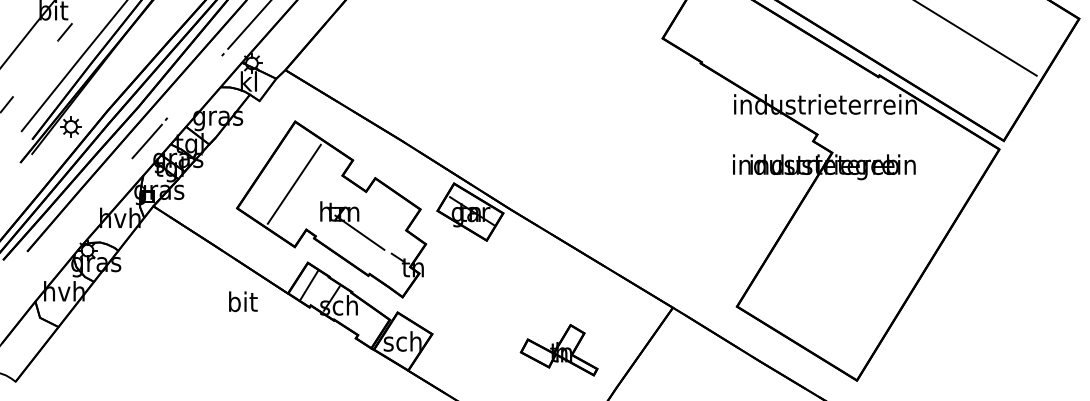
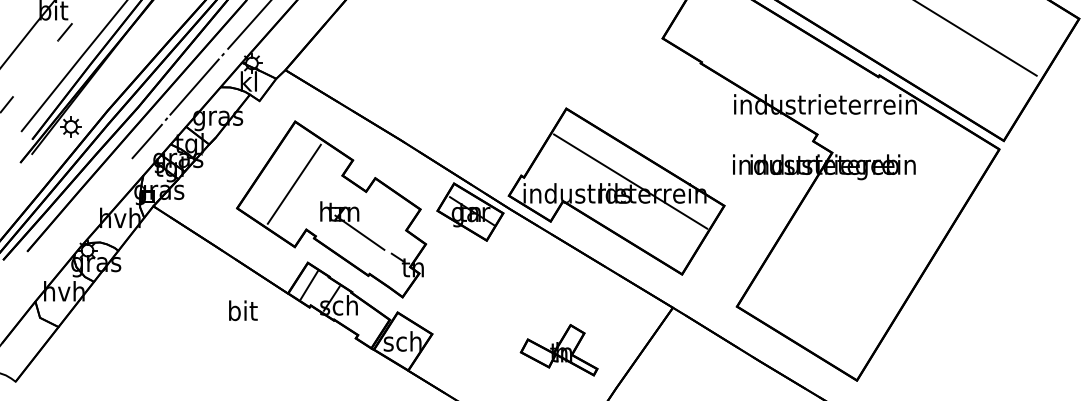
line at (194, 86): none -> present
part at (616, 191): none -> present
text at (243, 301) position: (243, 301) -> (243, 310)
